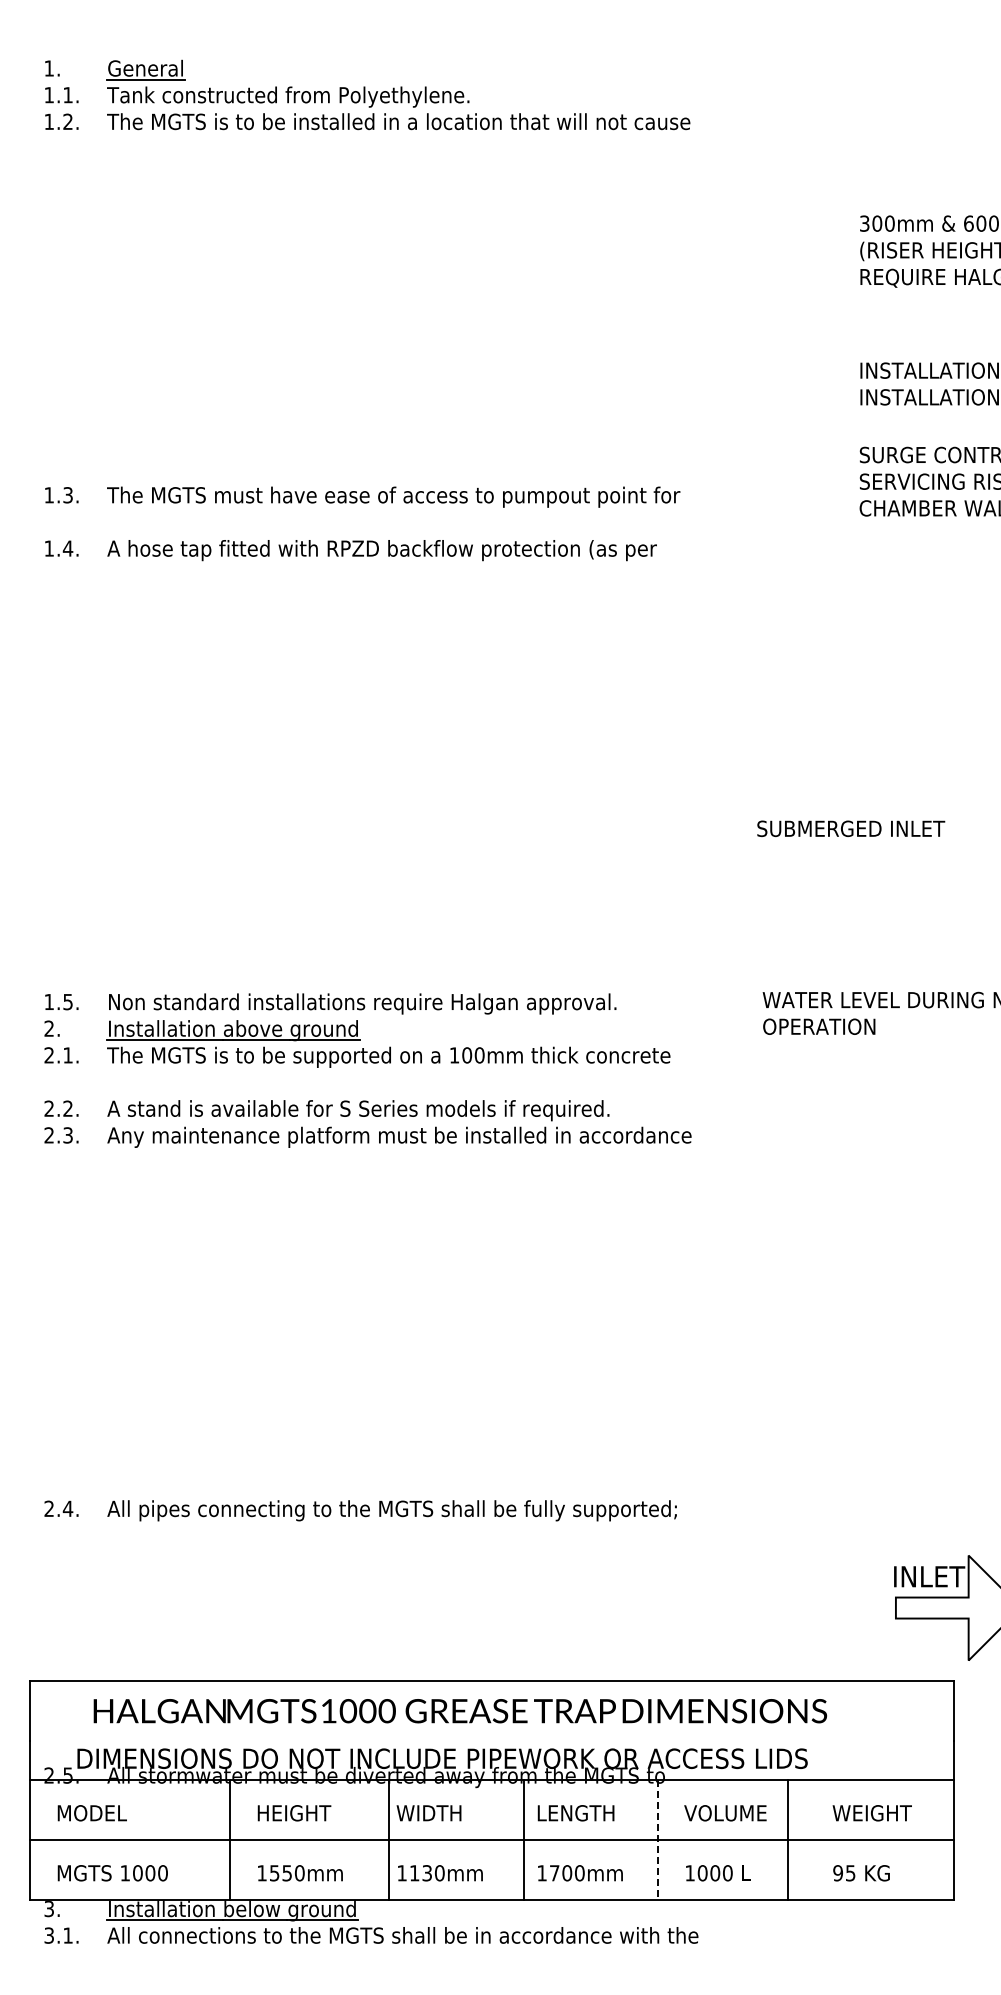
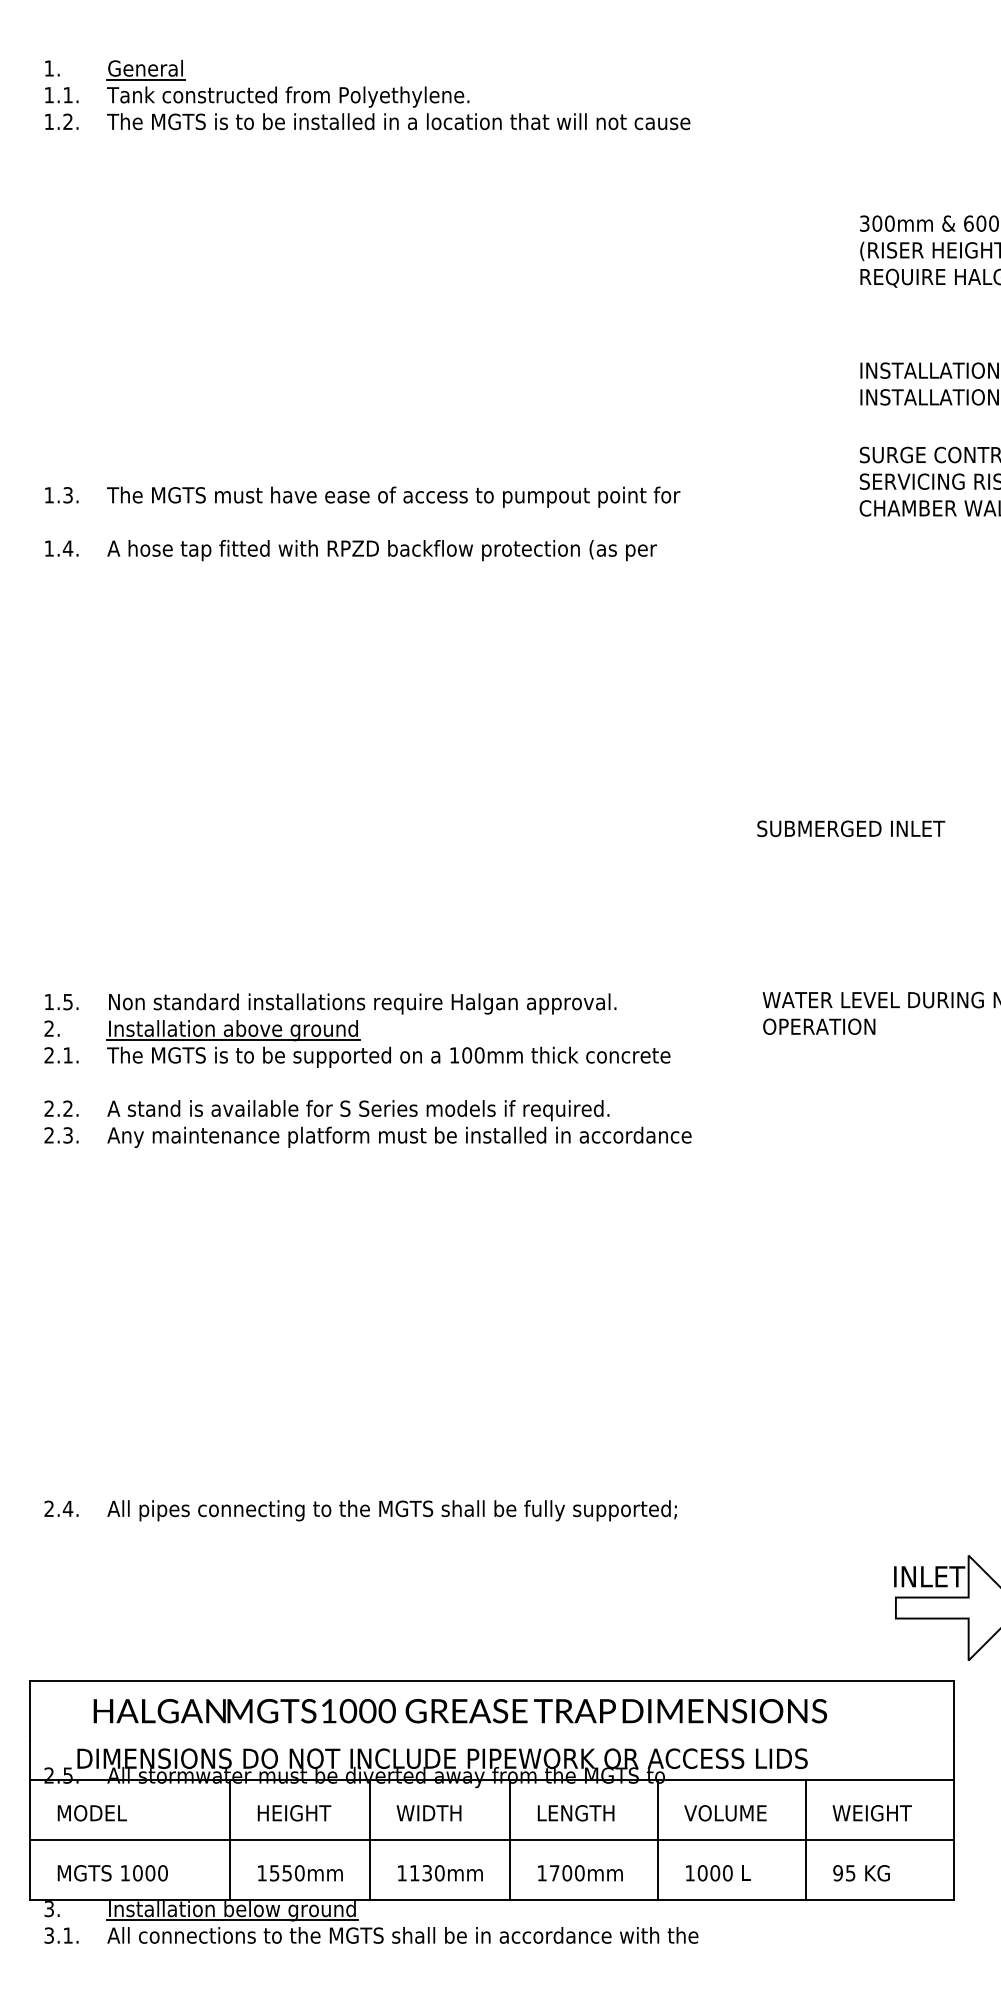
line at (389, 1839) position: (389, 1839) -> (370, 1839)
line at (524, 1839) position: (524, 1839) -> (510, 1839)
line at (788, 1839) position: (788, 1839) -> (806, 1839)
line at (658, 1840): dashed -> solid
